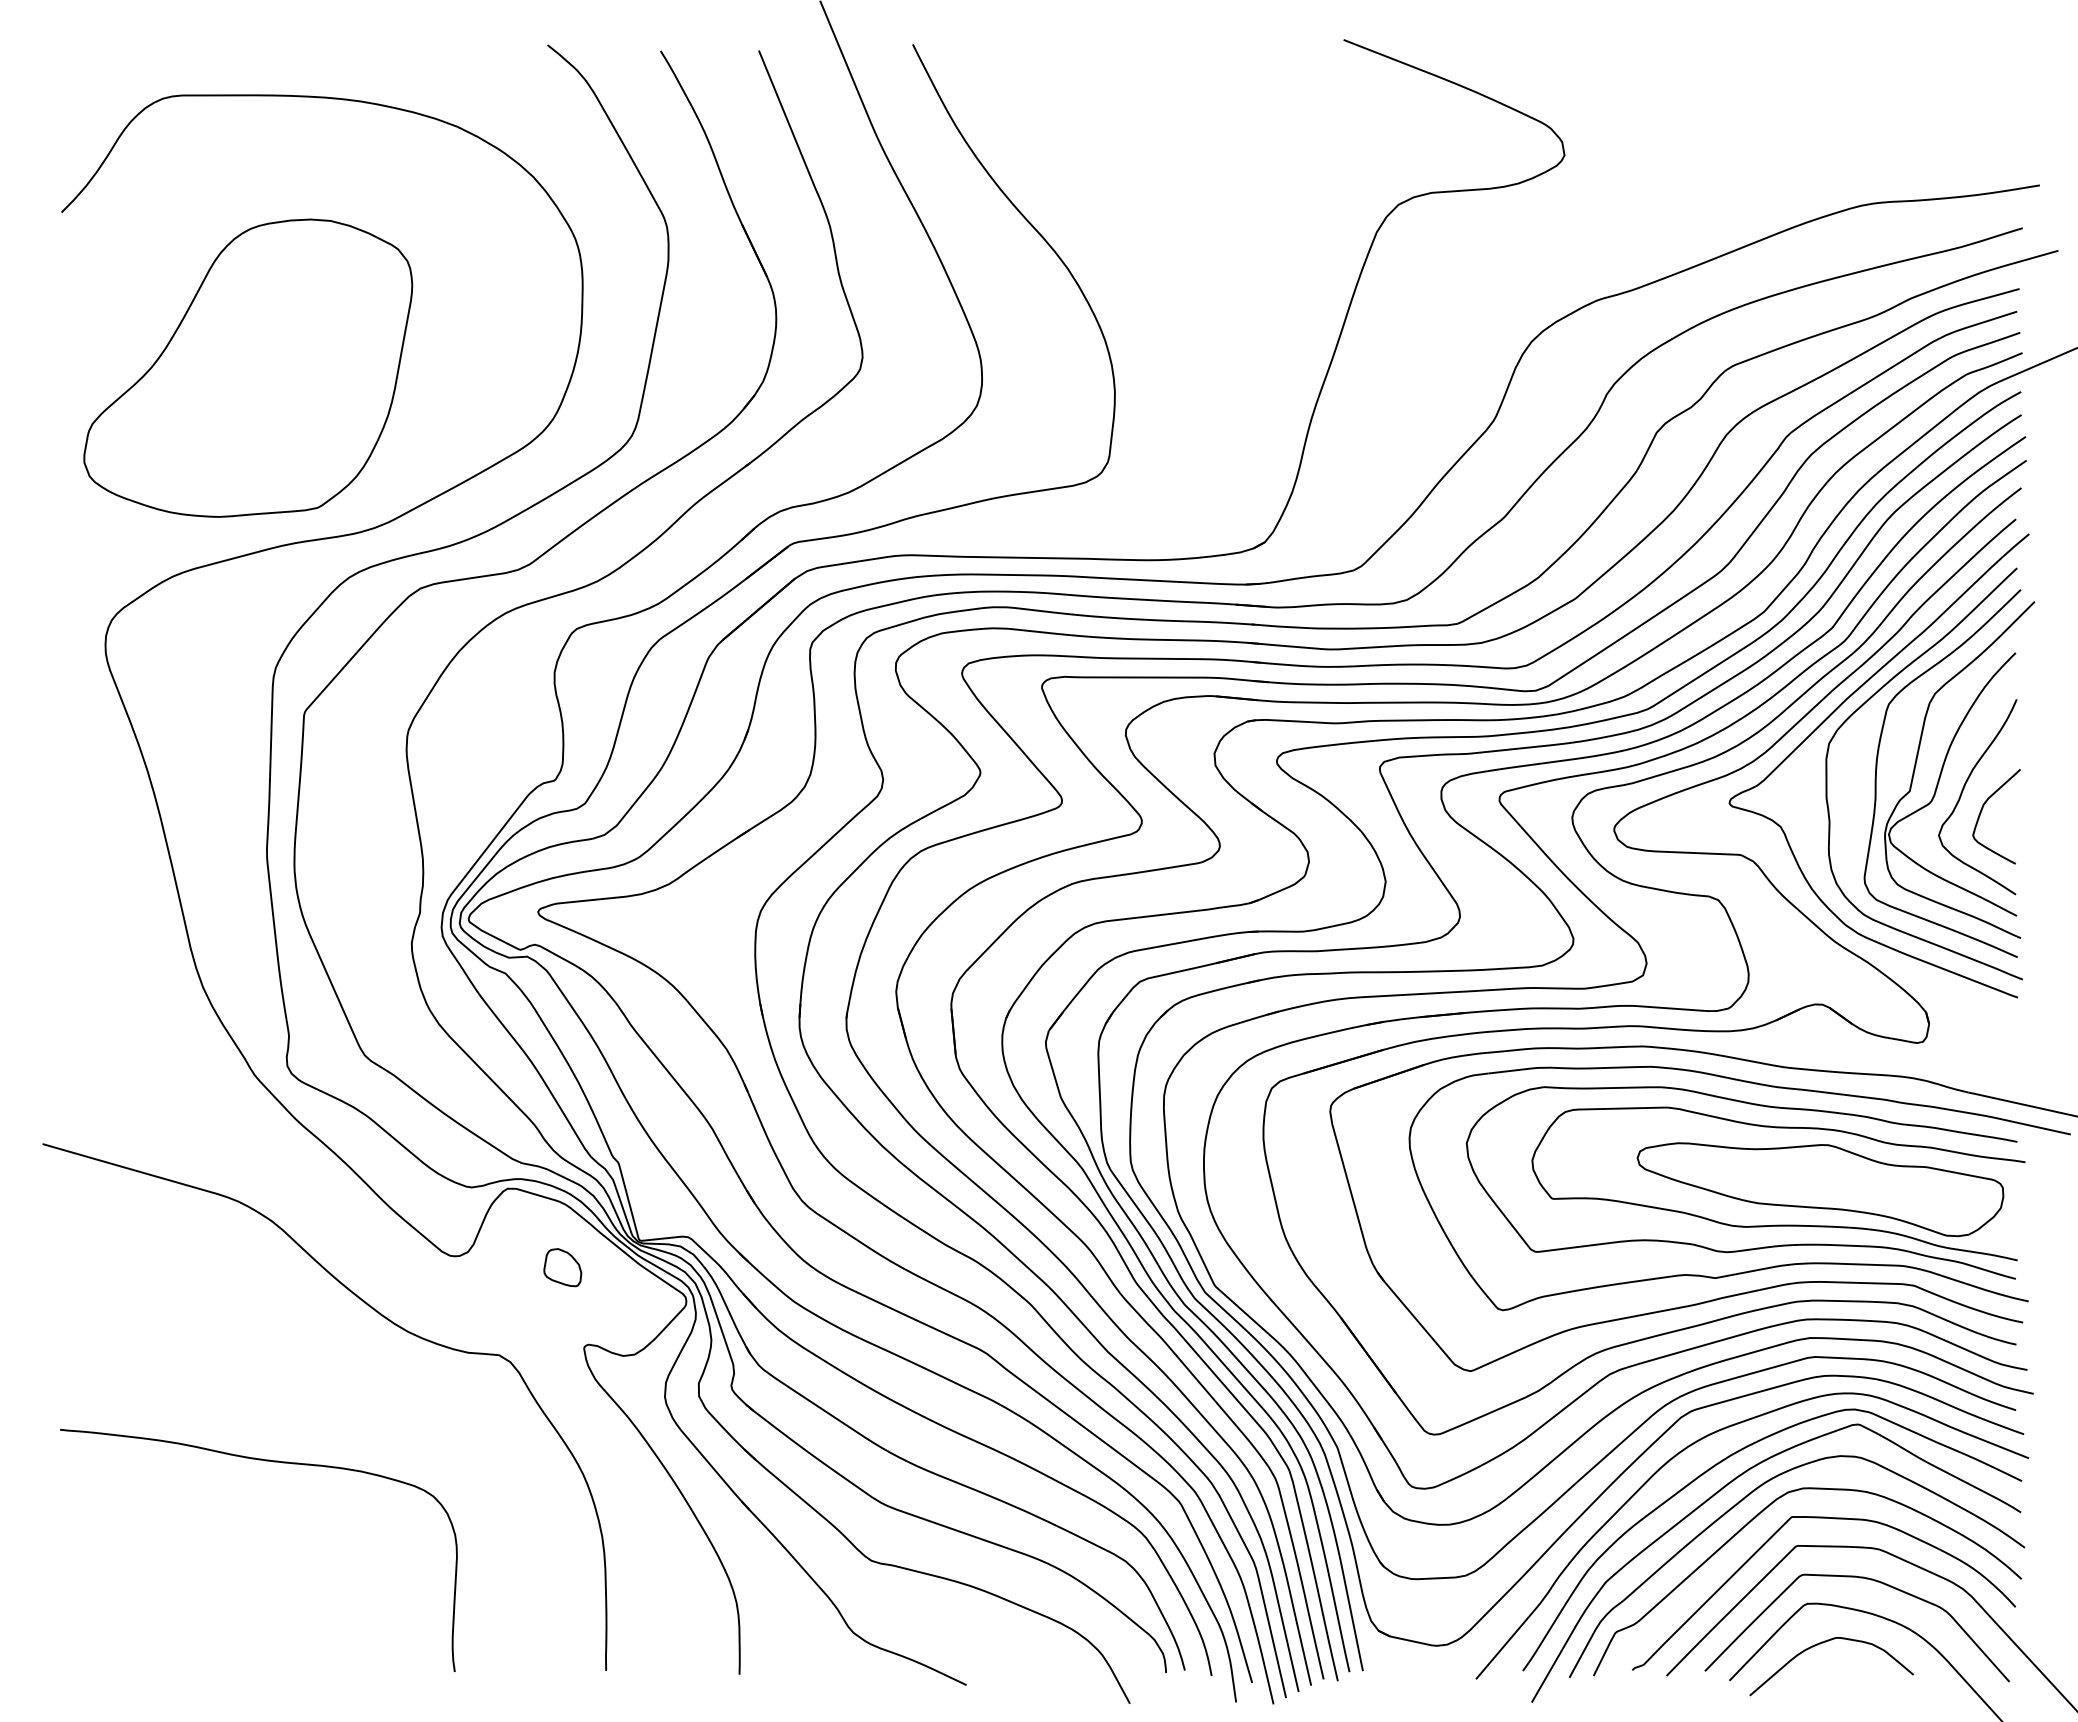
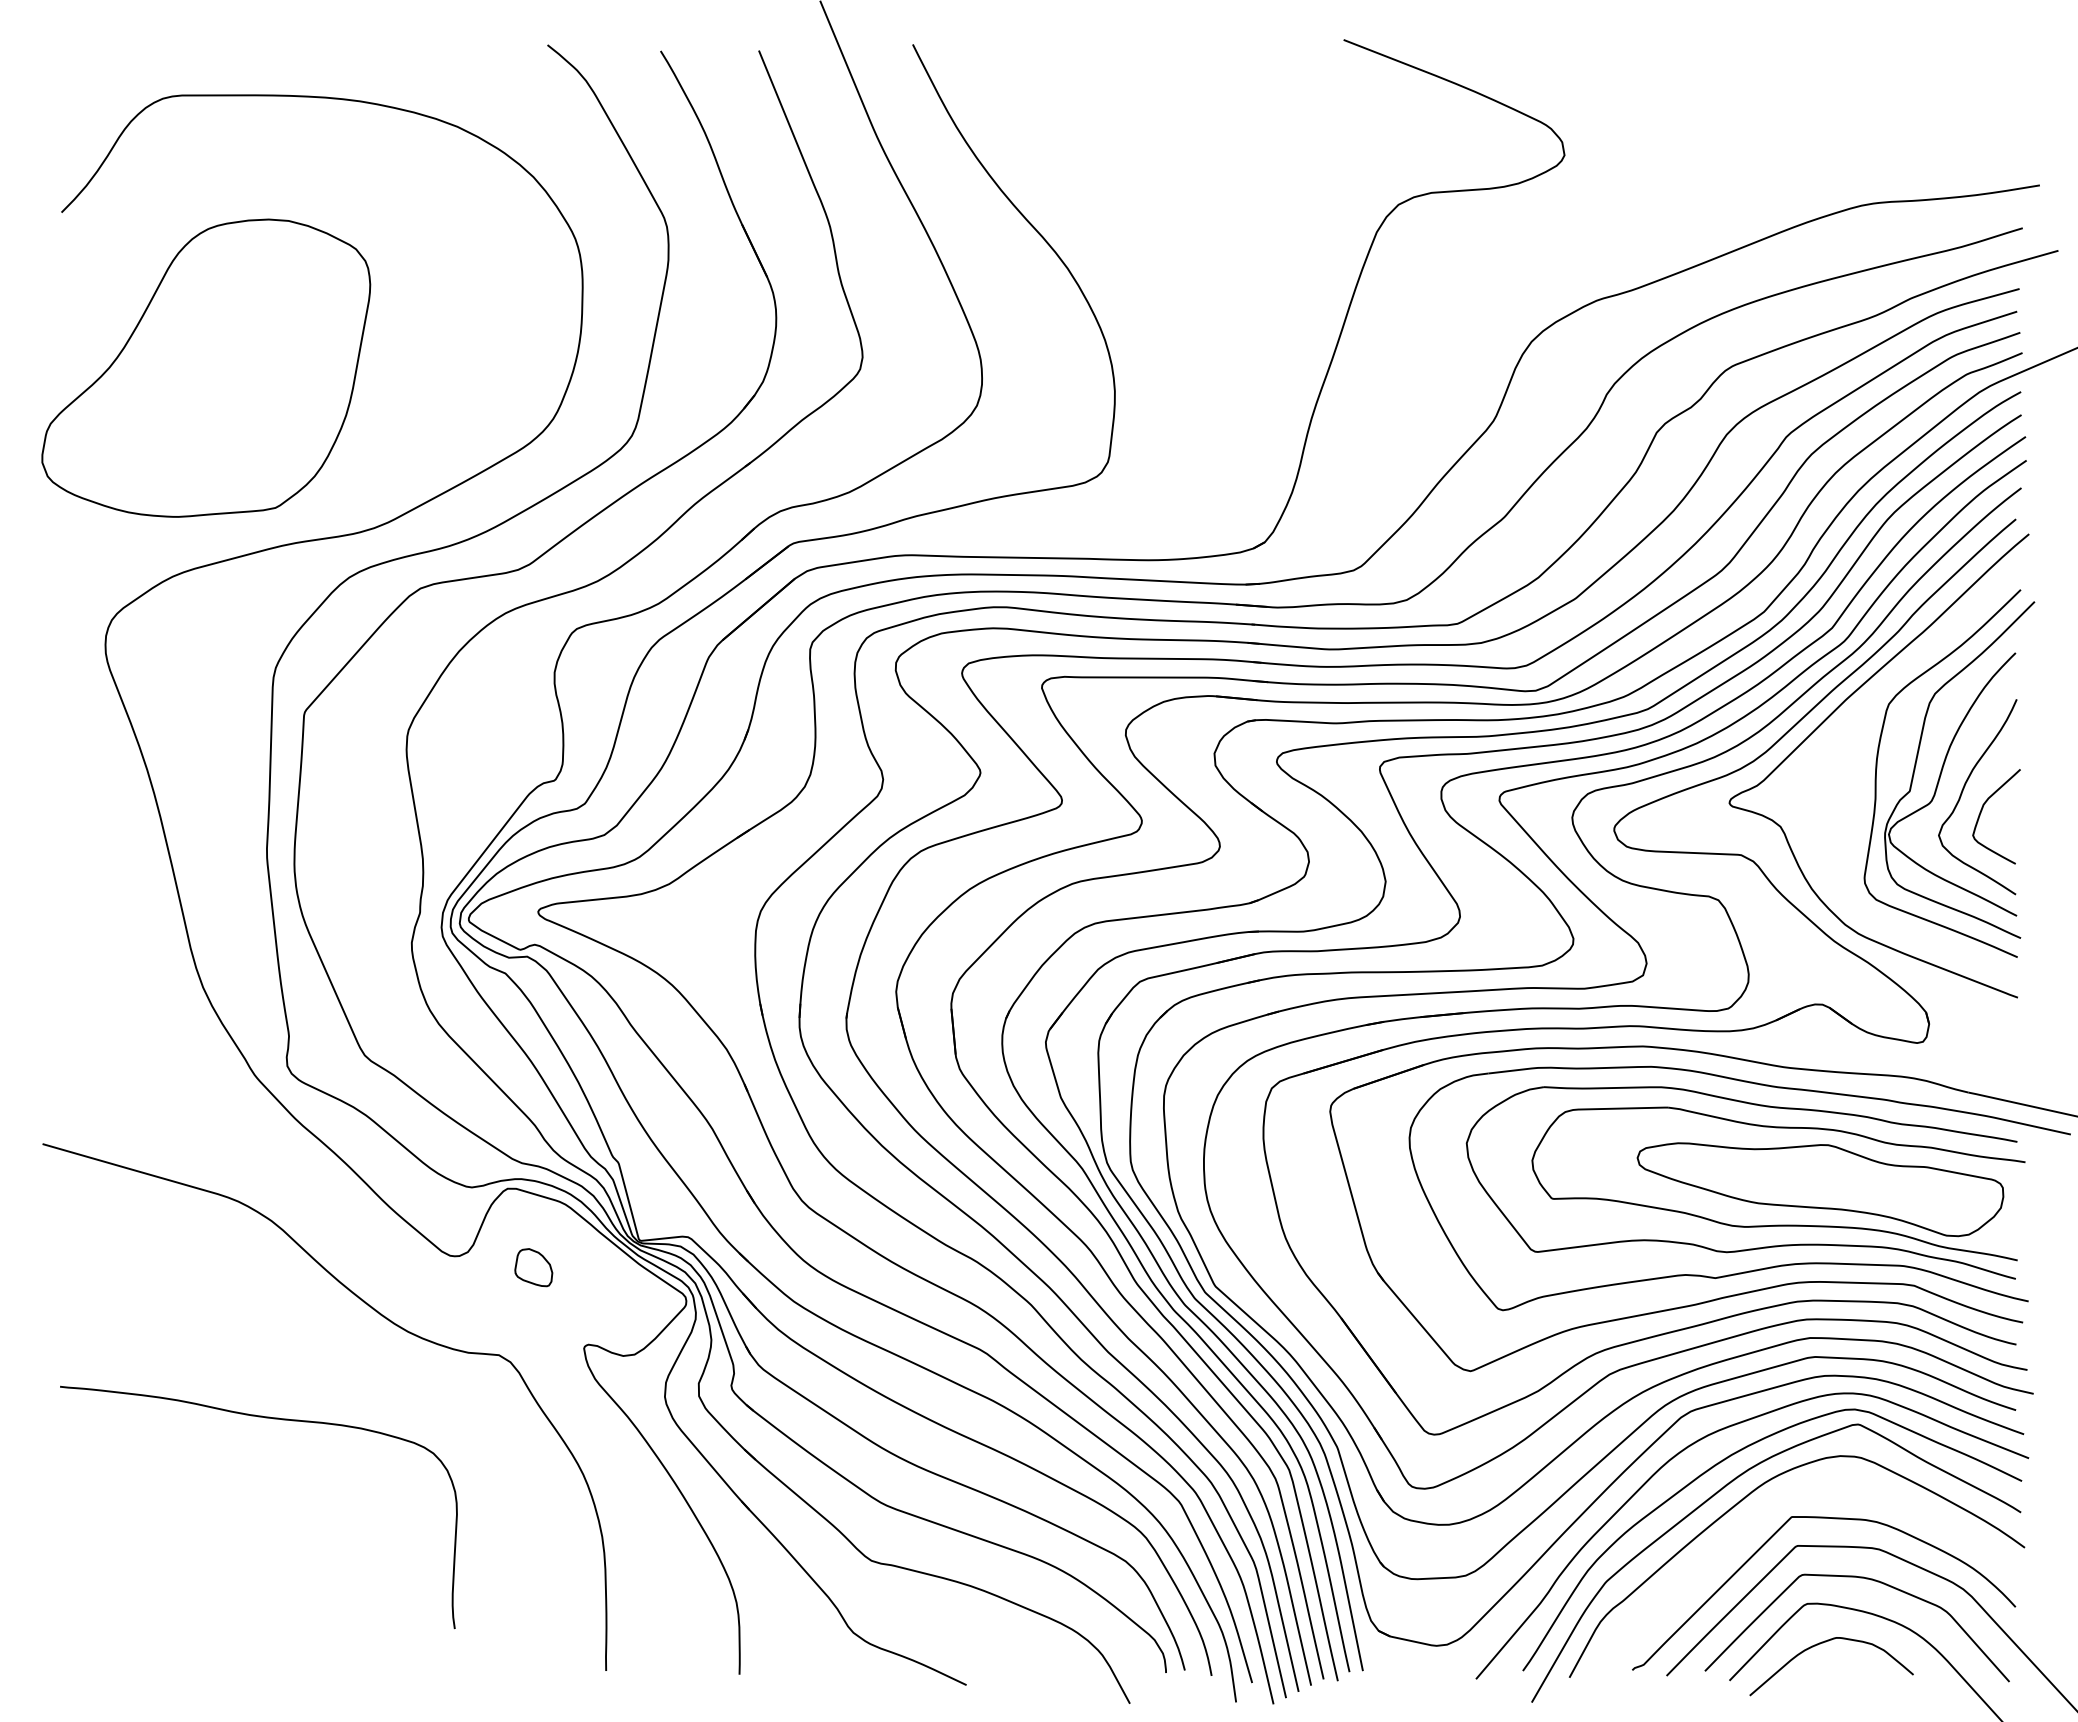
part at (248, 367) position: (248, 367) -> (206, 367)
curve at (1859, 709): present -> none
part at (562, 1267) position: (562, 1267) -> (533, 1267)
curve at (273, 1462) position: (273, 1462) -> (273, 1419)
curve at (1754, 1519): present -> none
